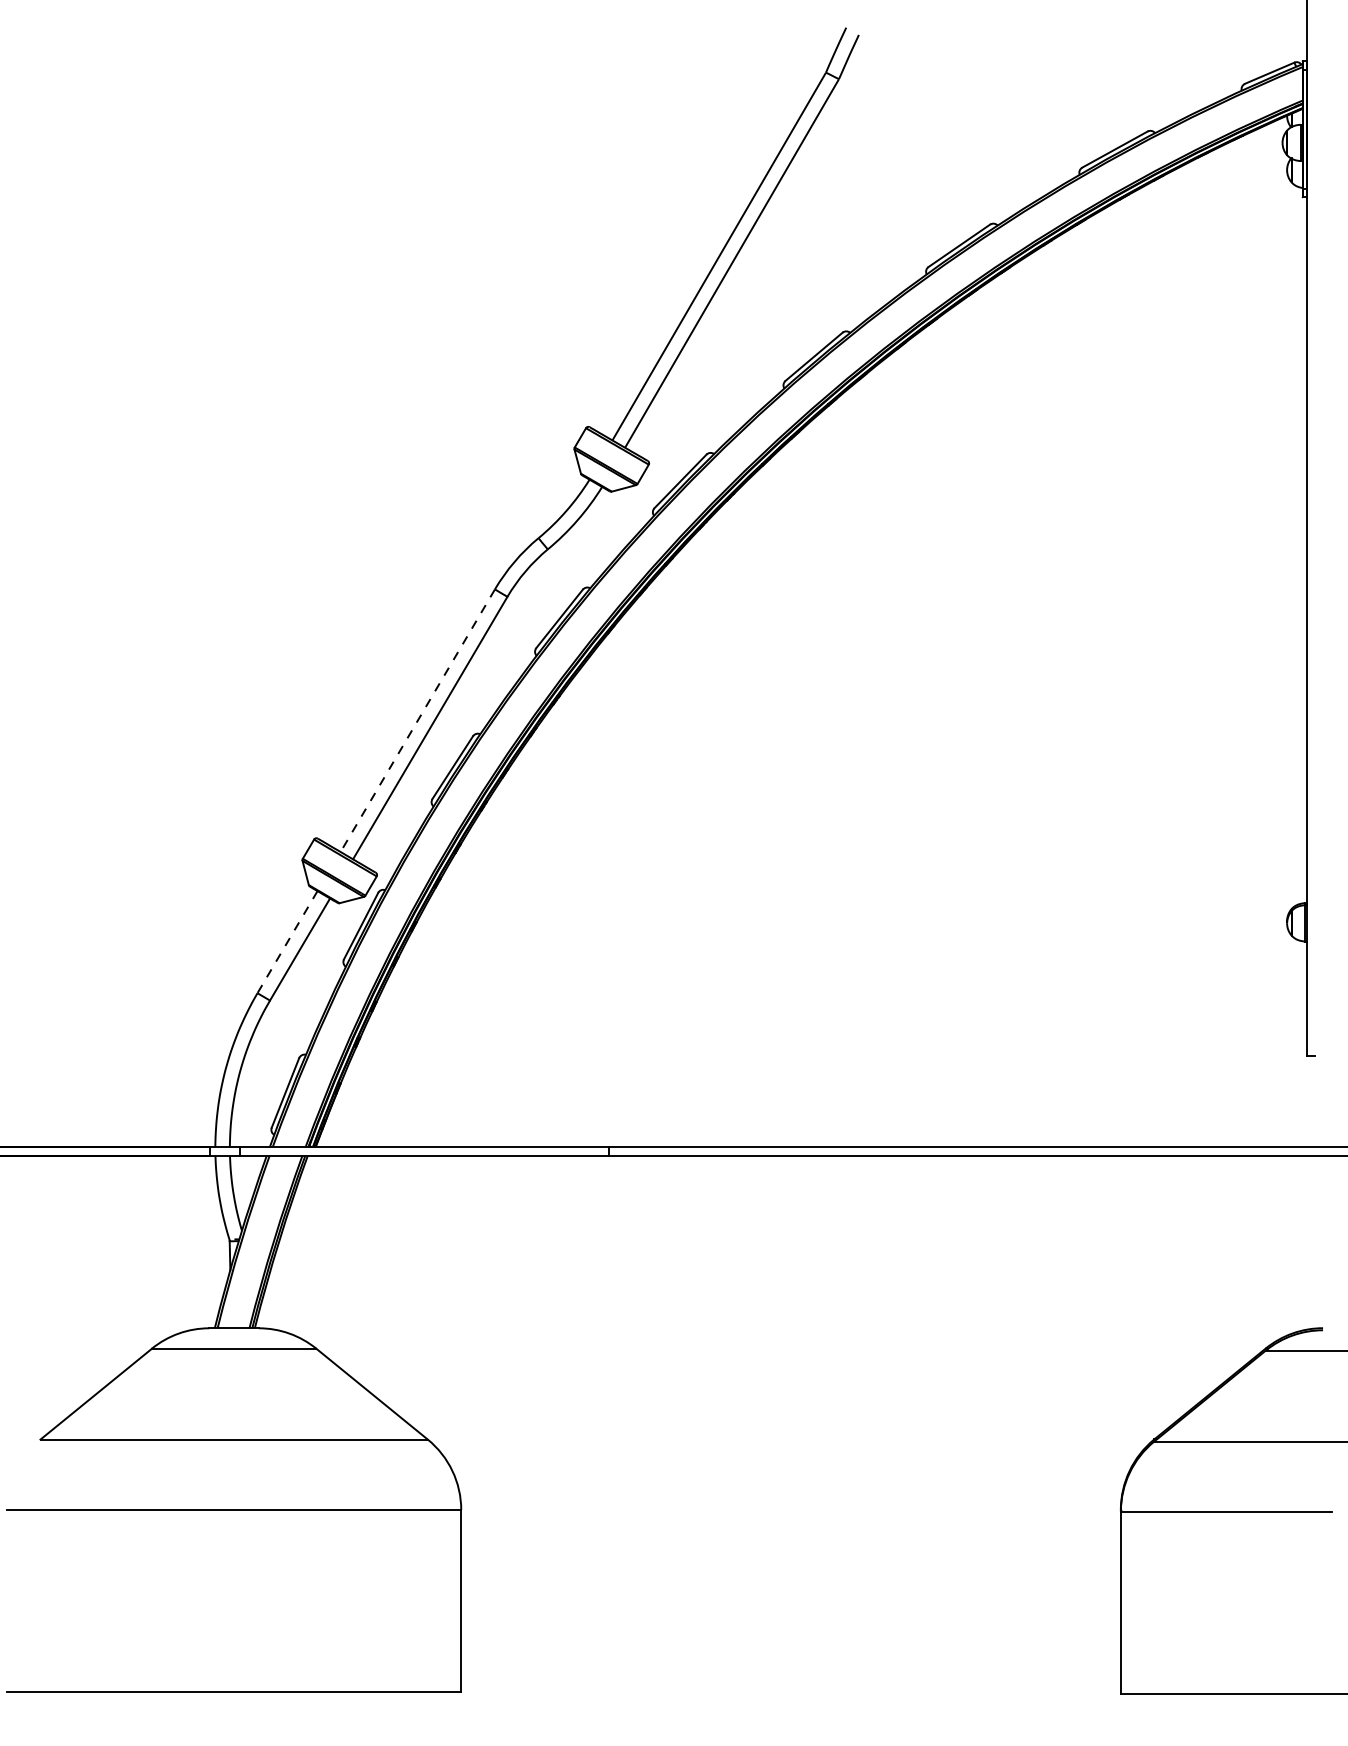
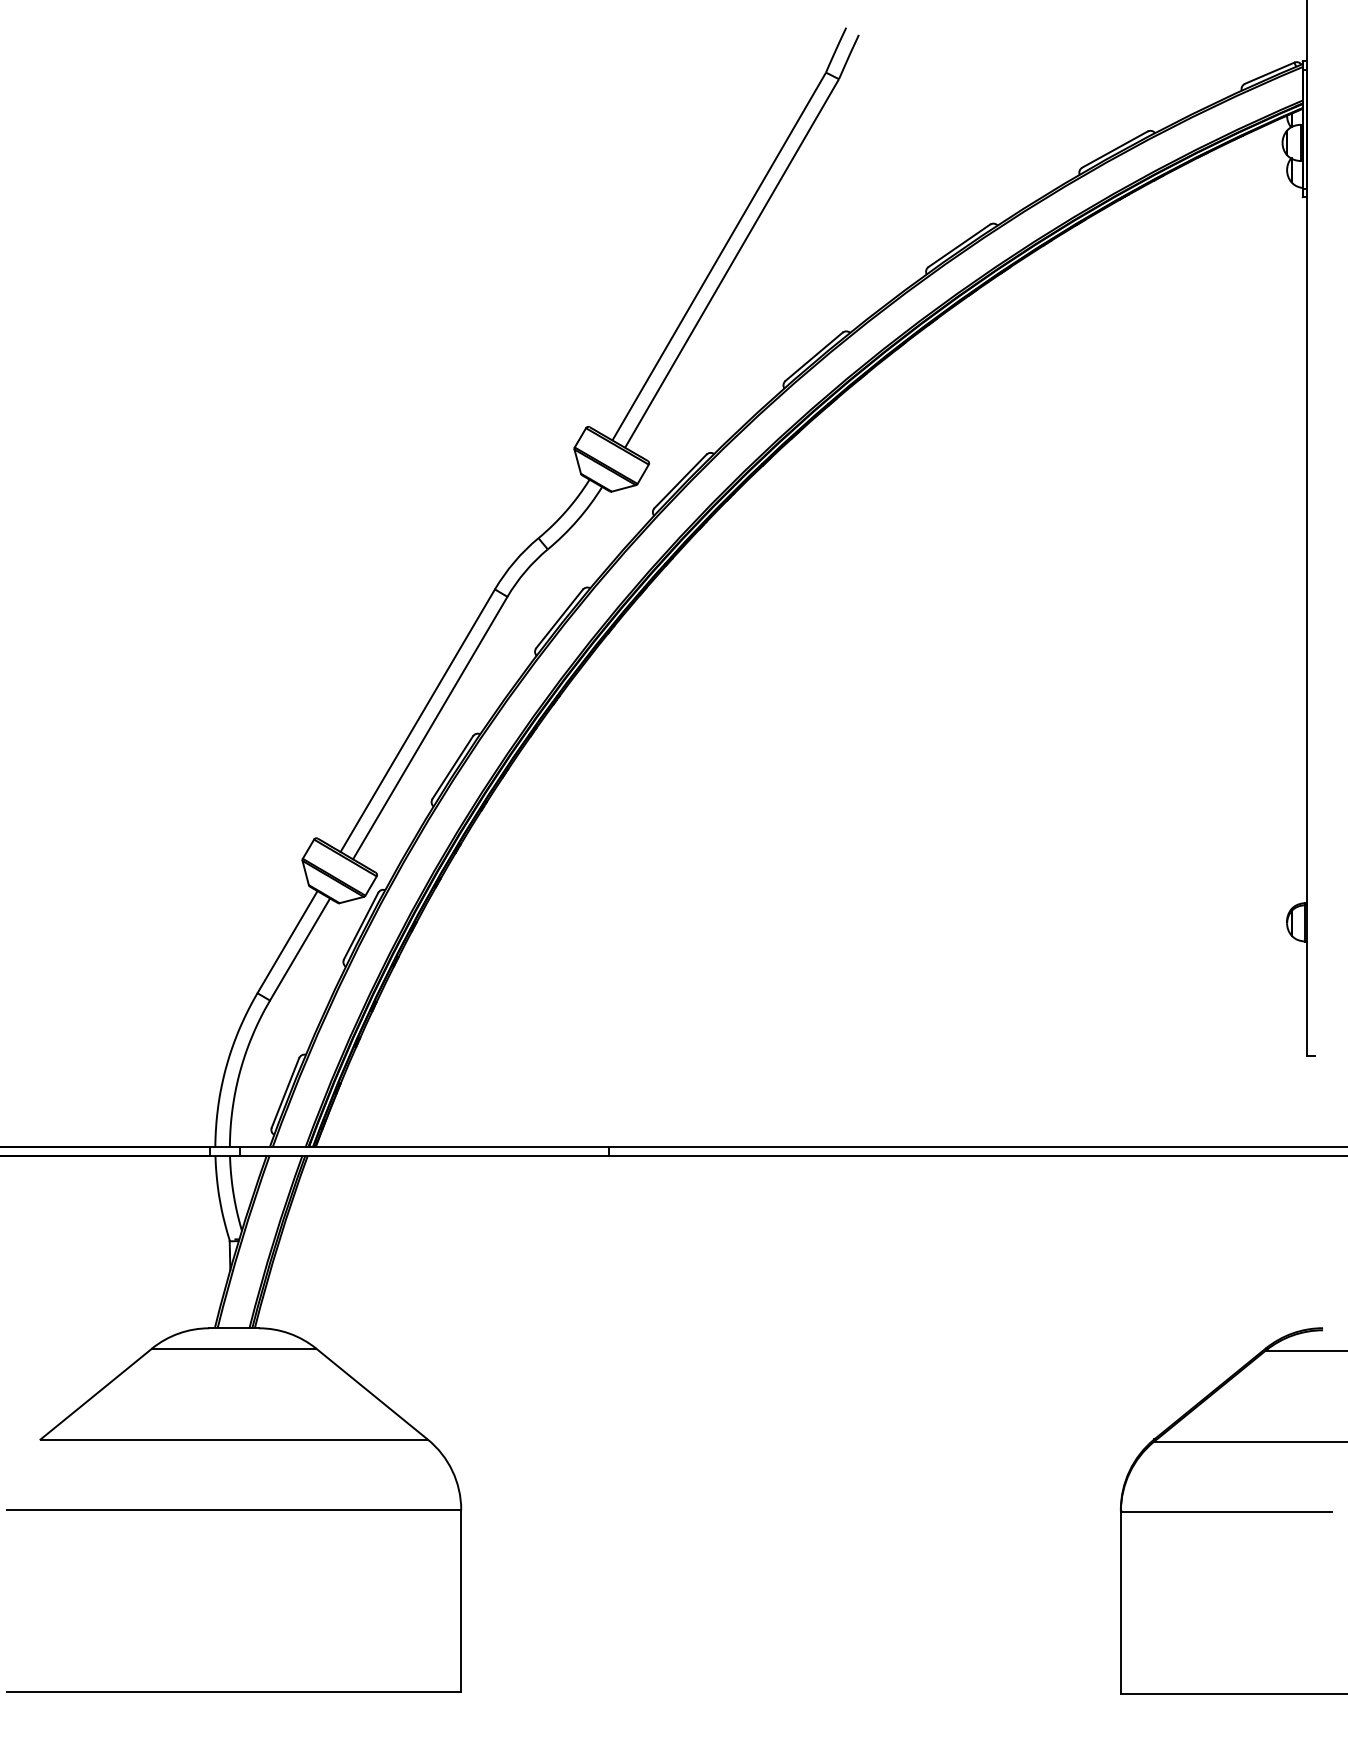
line at (417, 721): dashed -> solid
line at (287, 942): dashed -> solid
